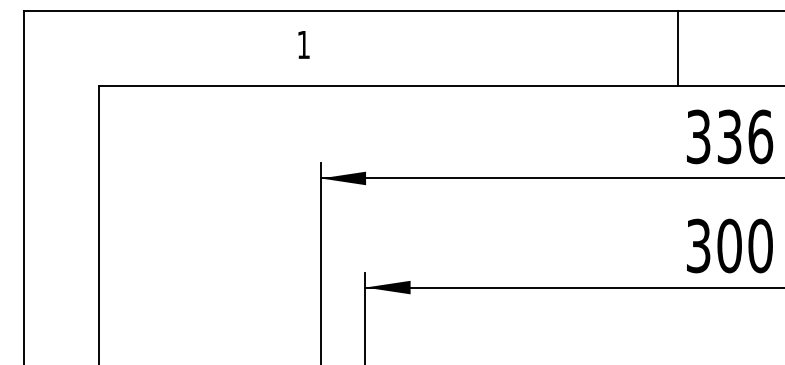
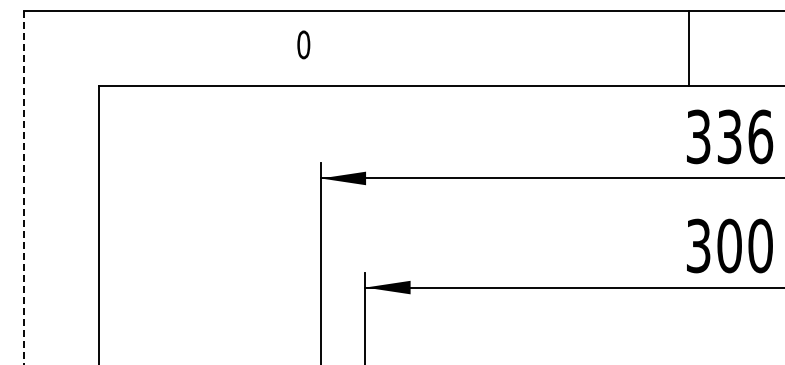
text at (303, 44): 1 -> 0
line at (678, 48) position: (678, 48) -> (689, 48)
line at (23, 187): solid -> dashed
